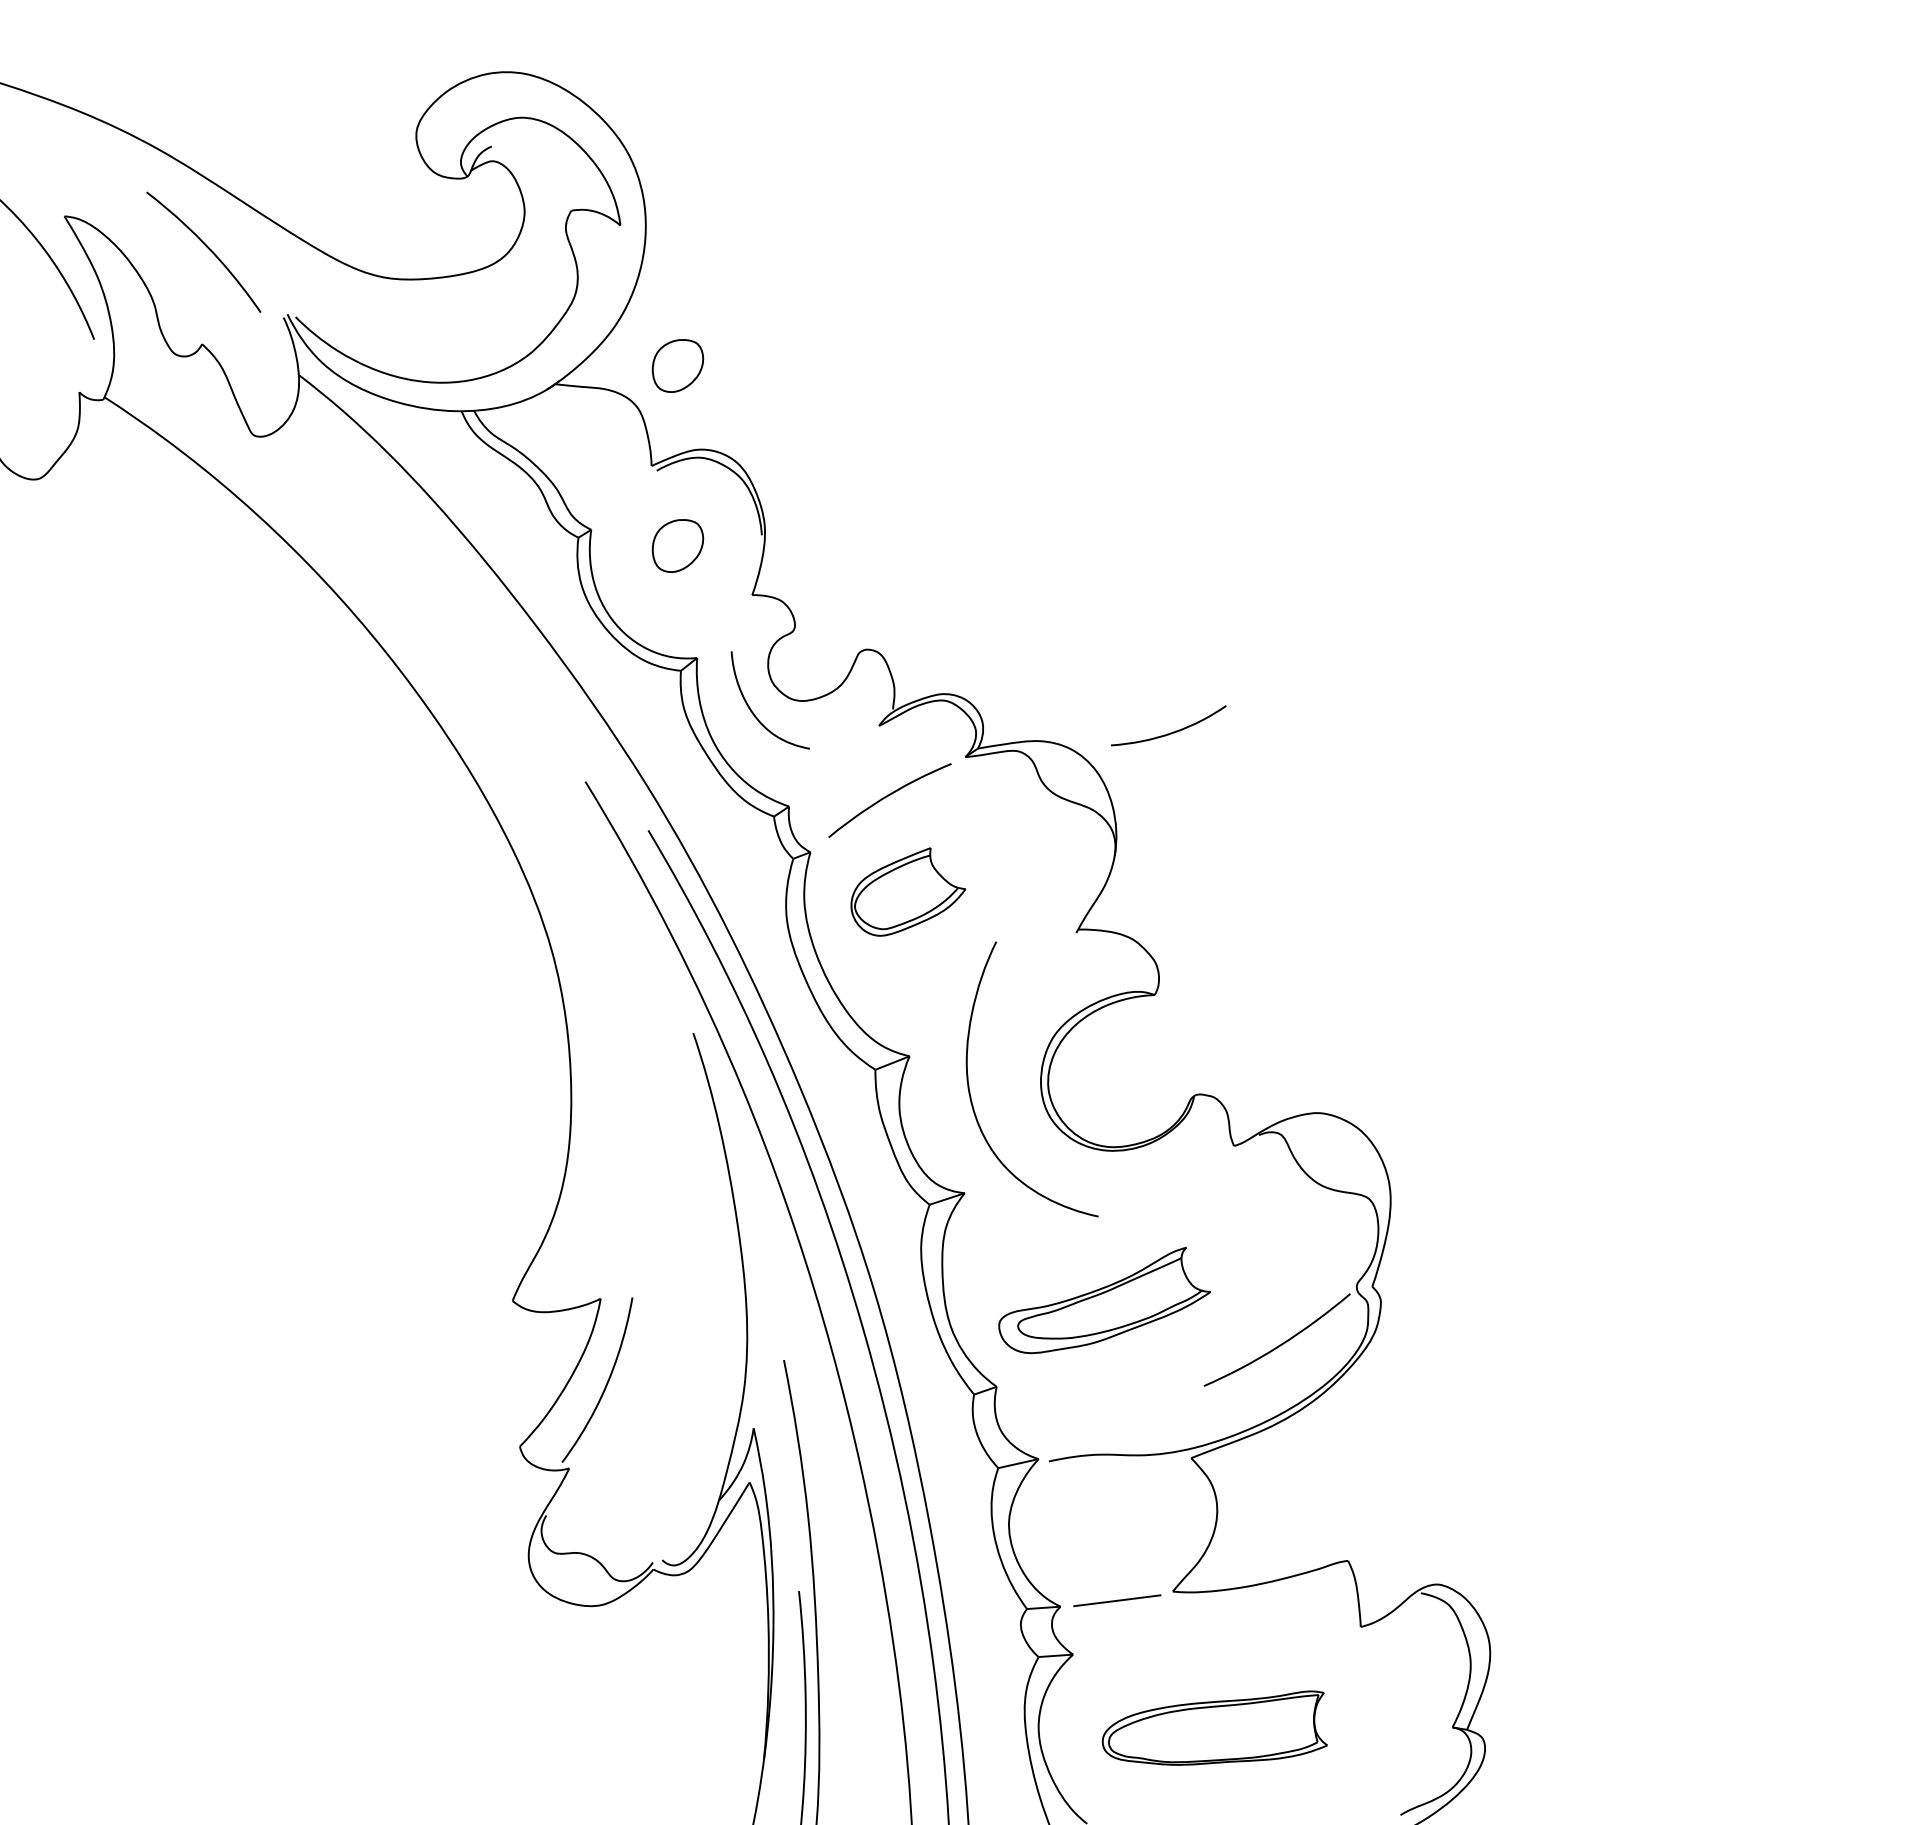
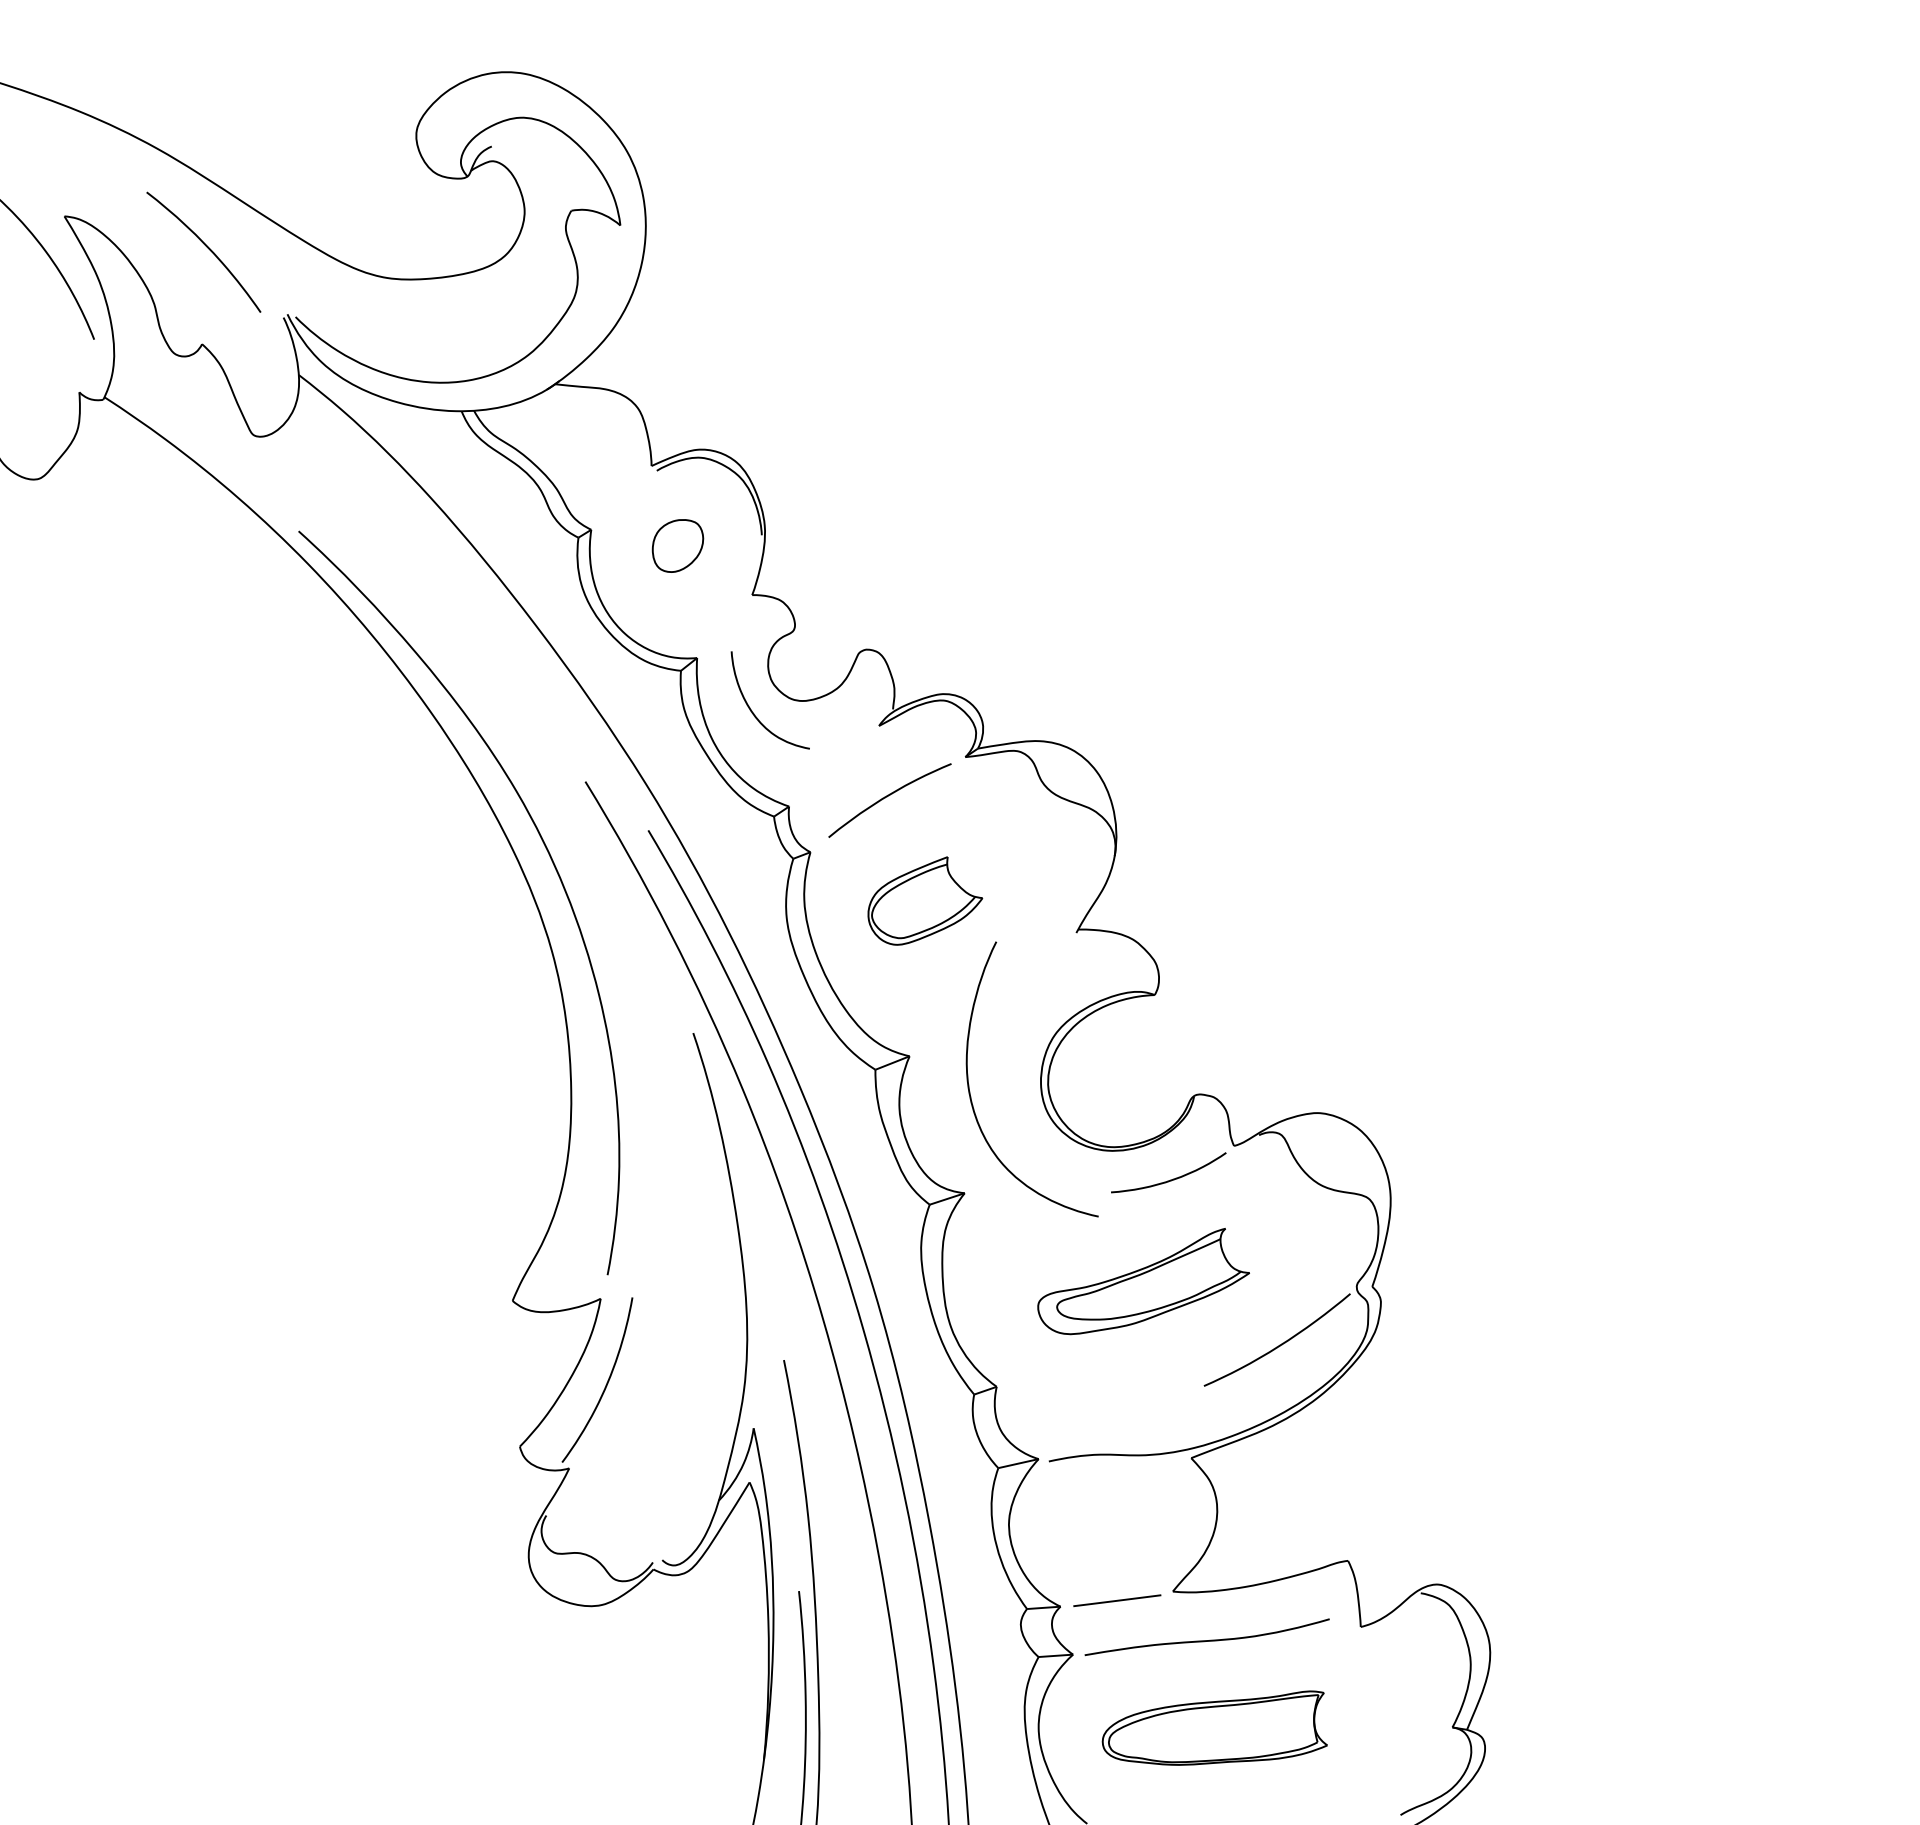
part at (677, 365): present -> none
curve at (1170, 732) position: (1170, 732) -> (1170, 1179)
curve at (550, 859): none -> present
part at (908, 891) position: (908, 891) -> (925, 900)
part at (1104, 1300) position: (1104, 1300) -> (1143, 1281)
curve at (1206, 1640): none -> present
